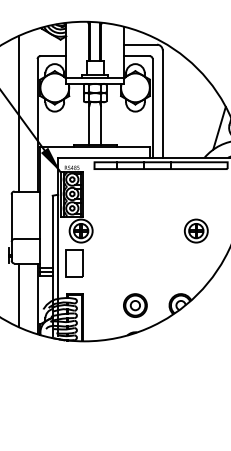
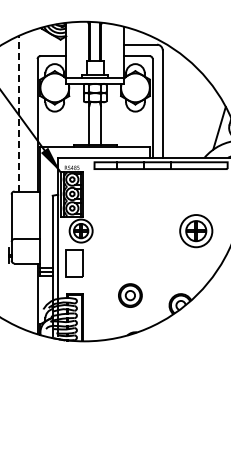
line at (18, 113): solid -> dashed
part at (196, 230) size: 25x26 px -> 35x35 px
line at (18, 295): present -> none
part at (135, 305) position: (135, 305) -> (130, 295)
